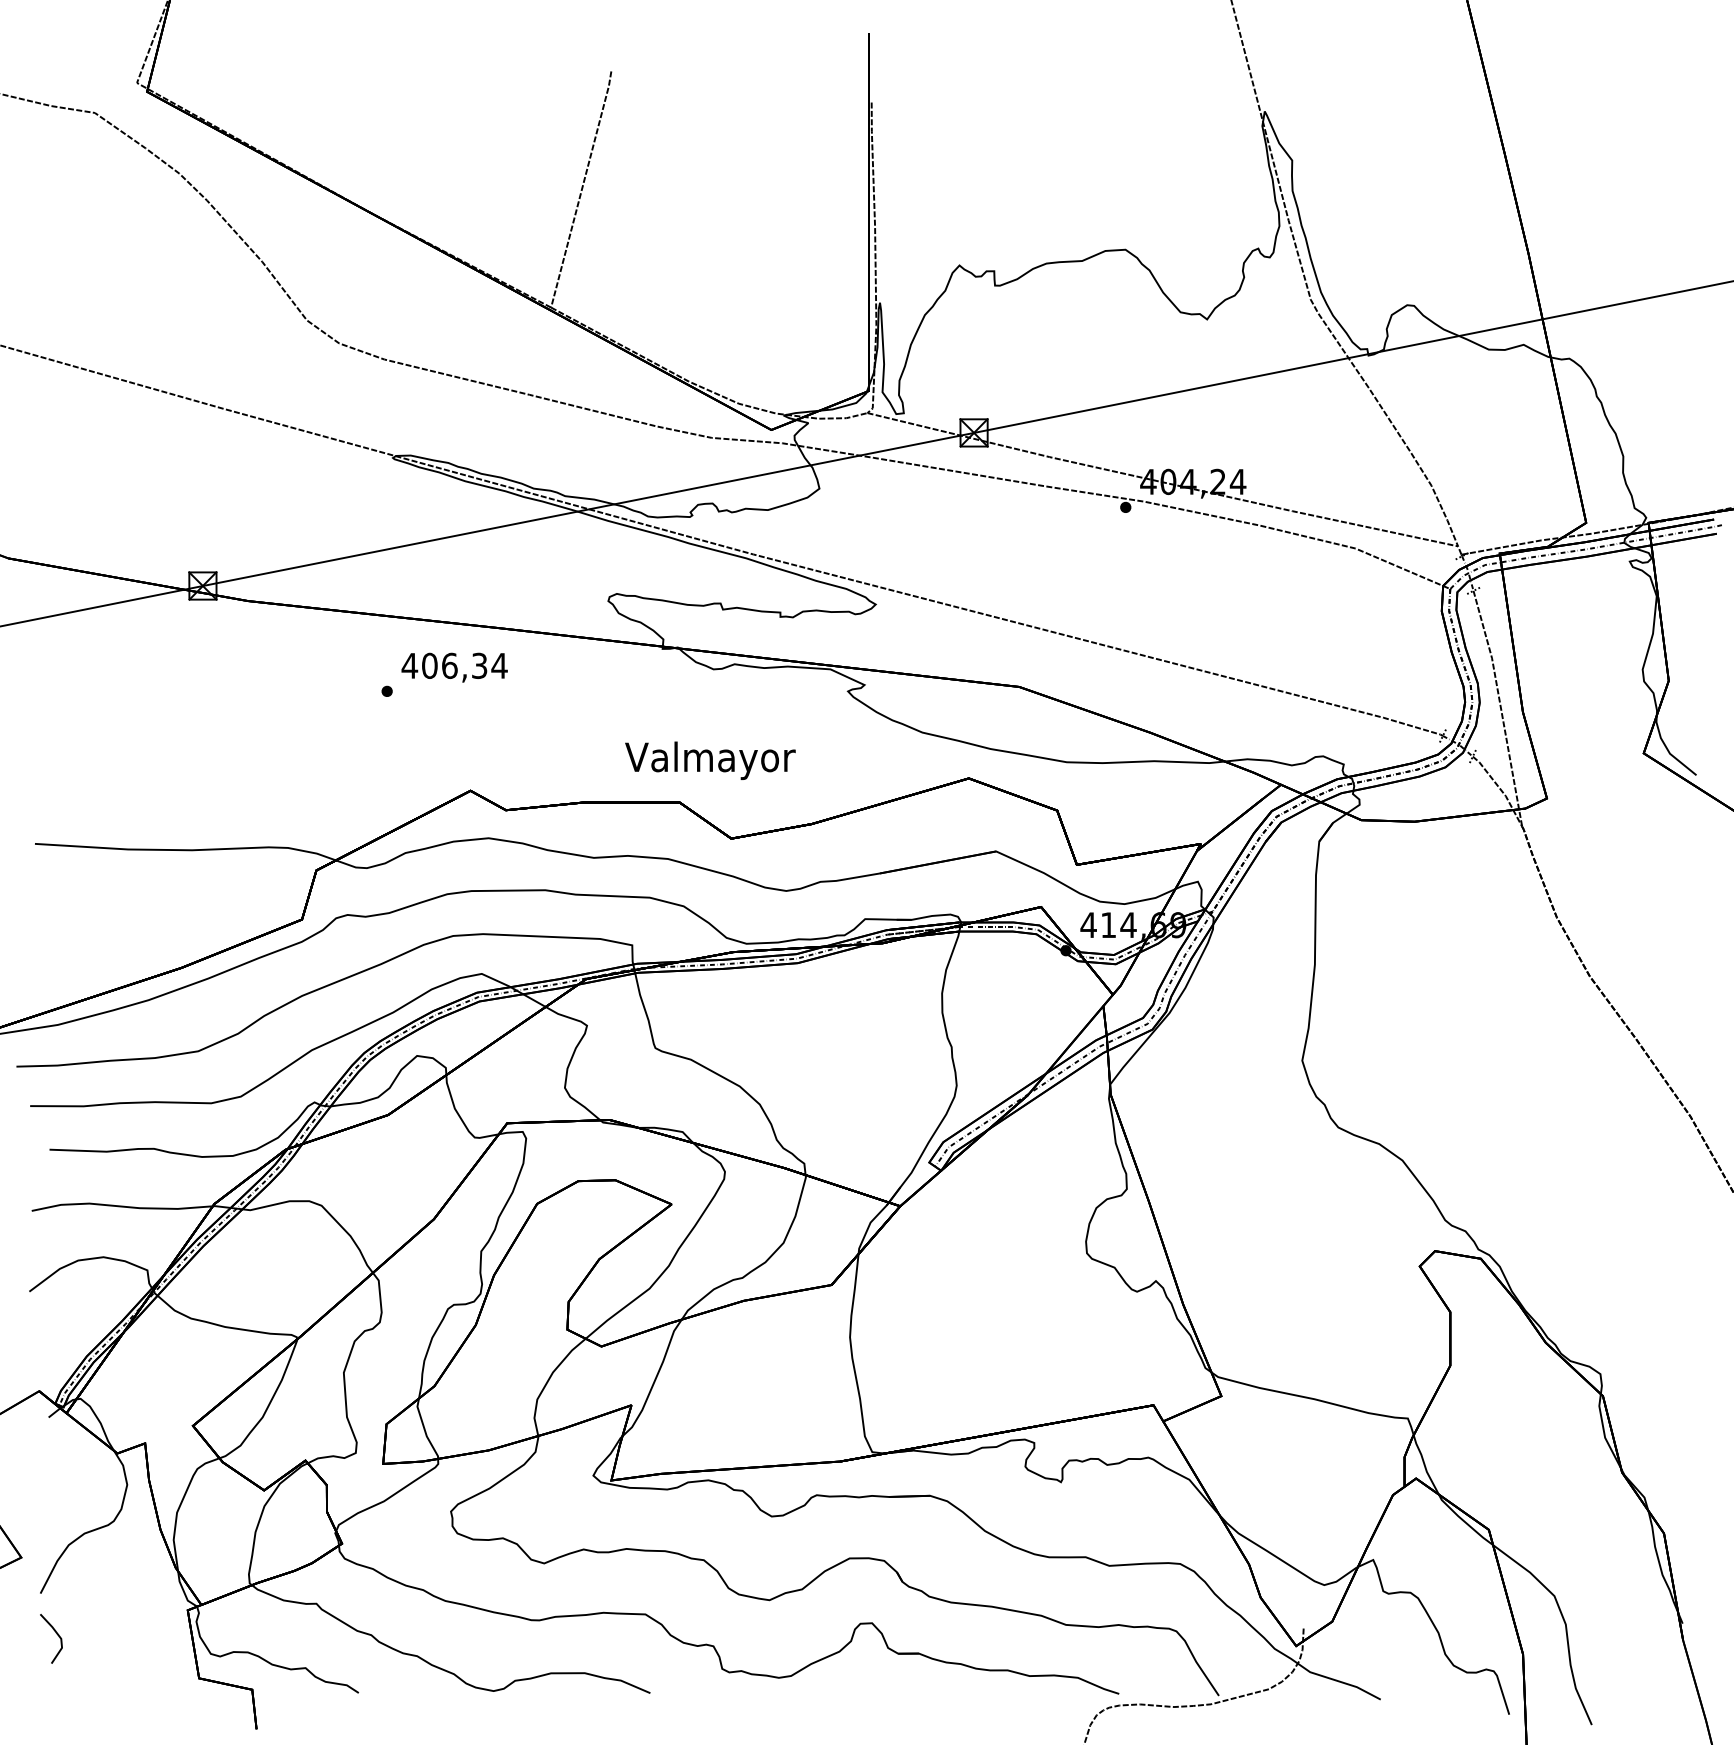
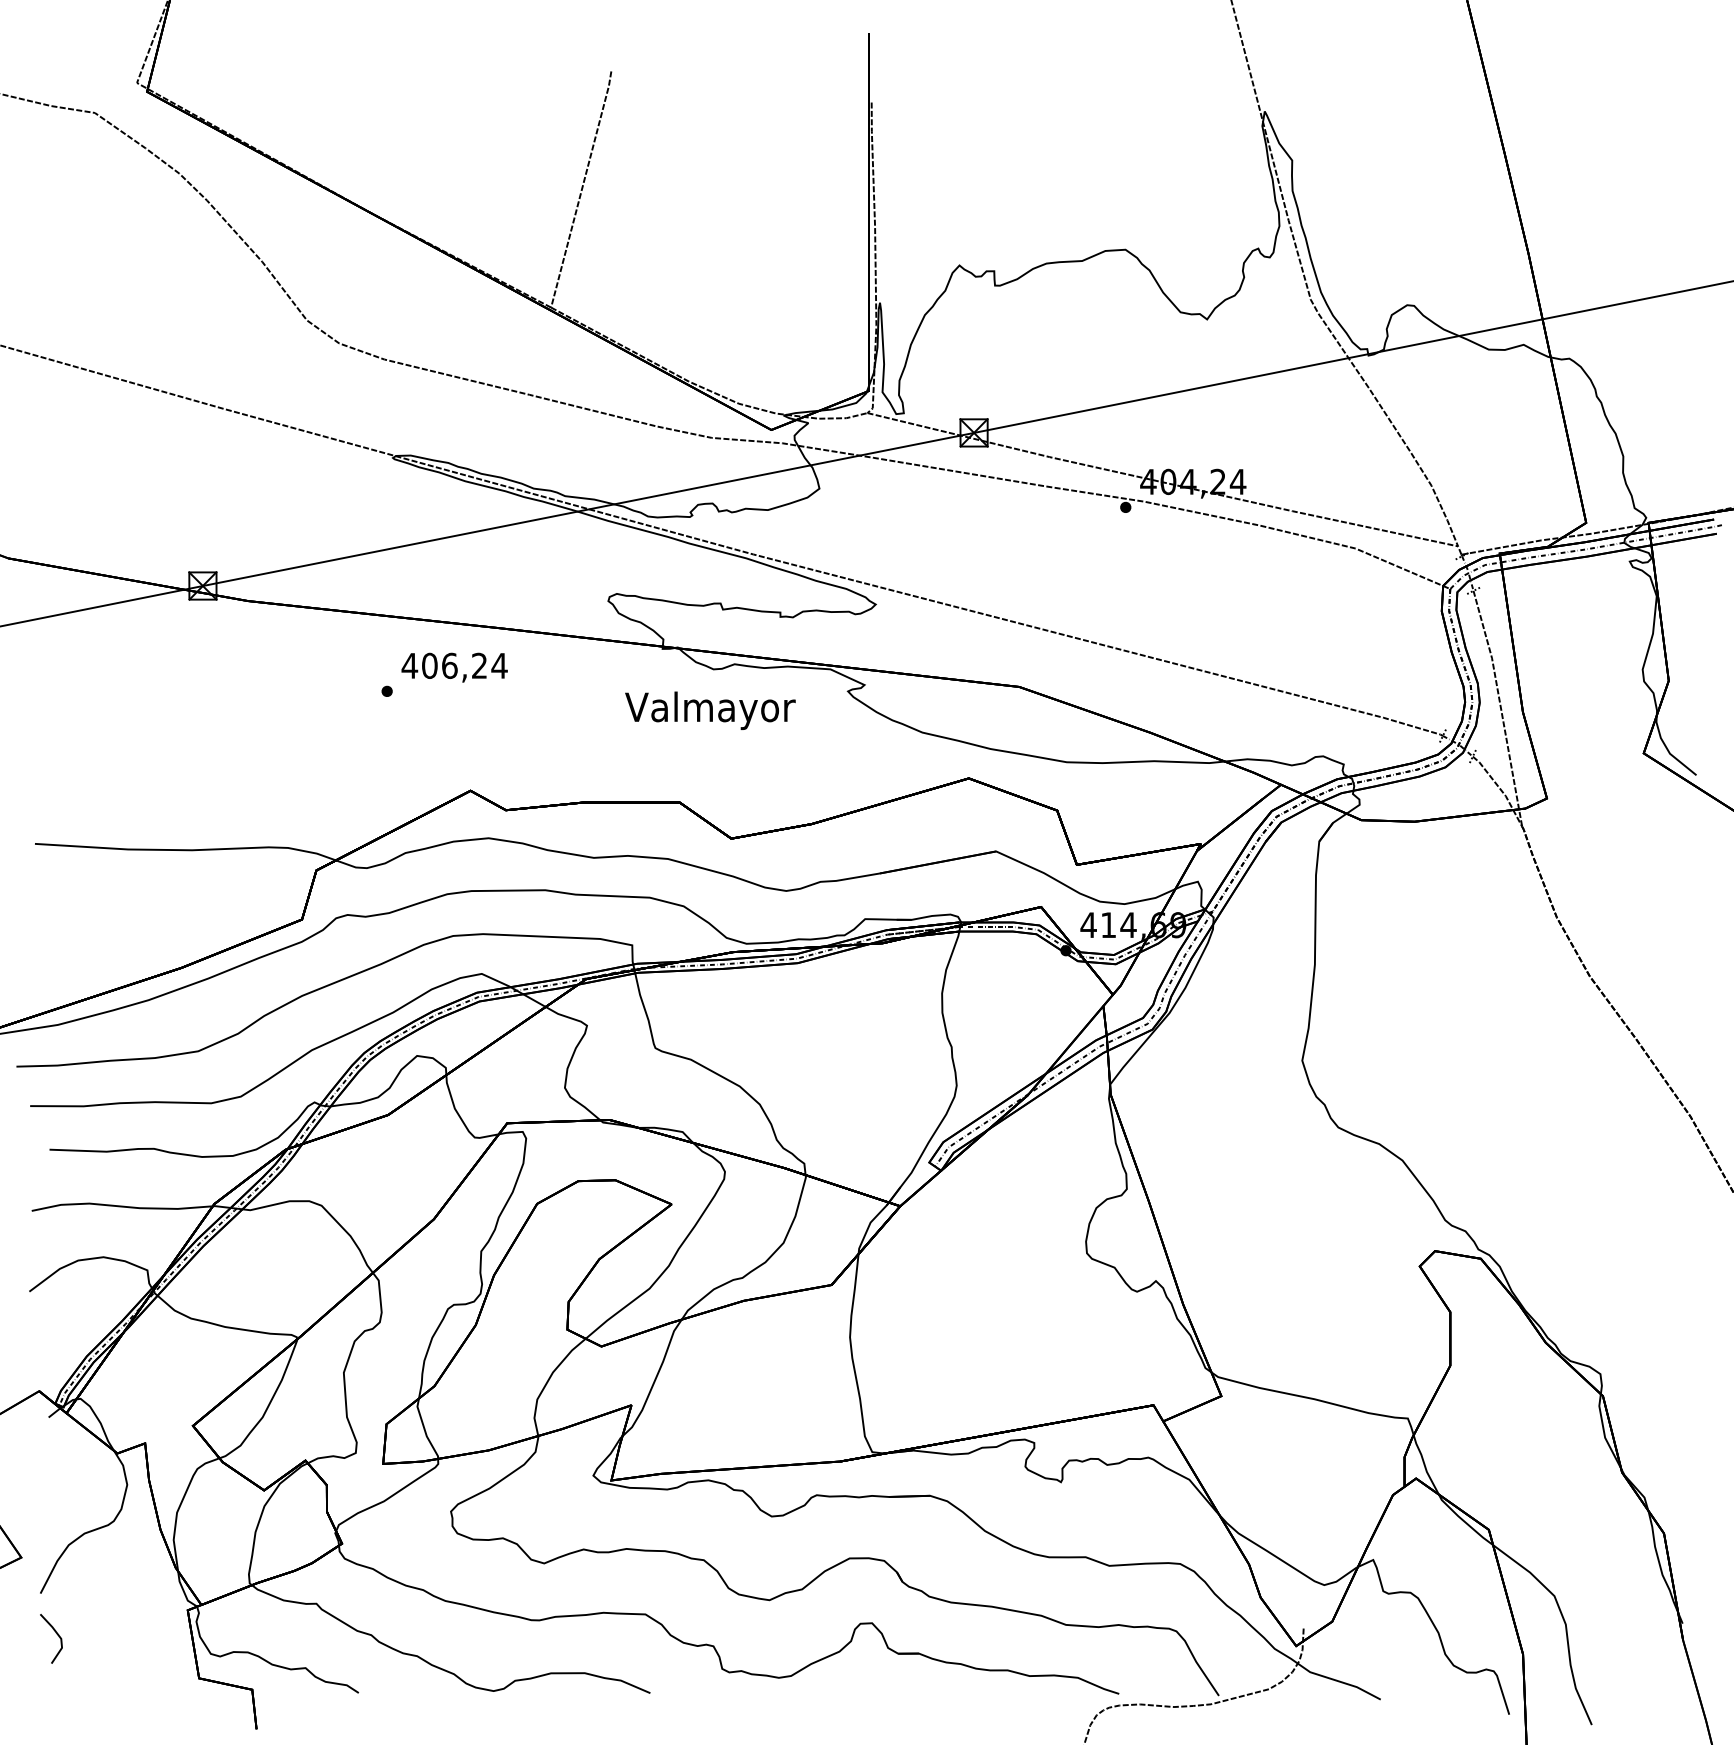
text at (479, 665): 406,34 -> 406,24
text at (710, 760) position: (710, 760) -> (710, 710)
